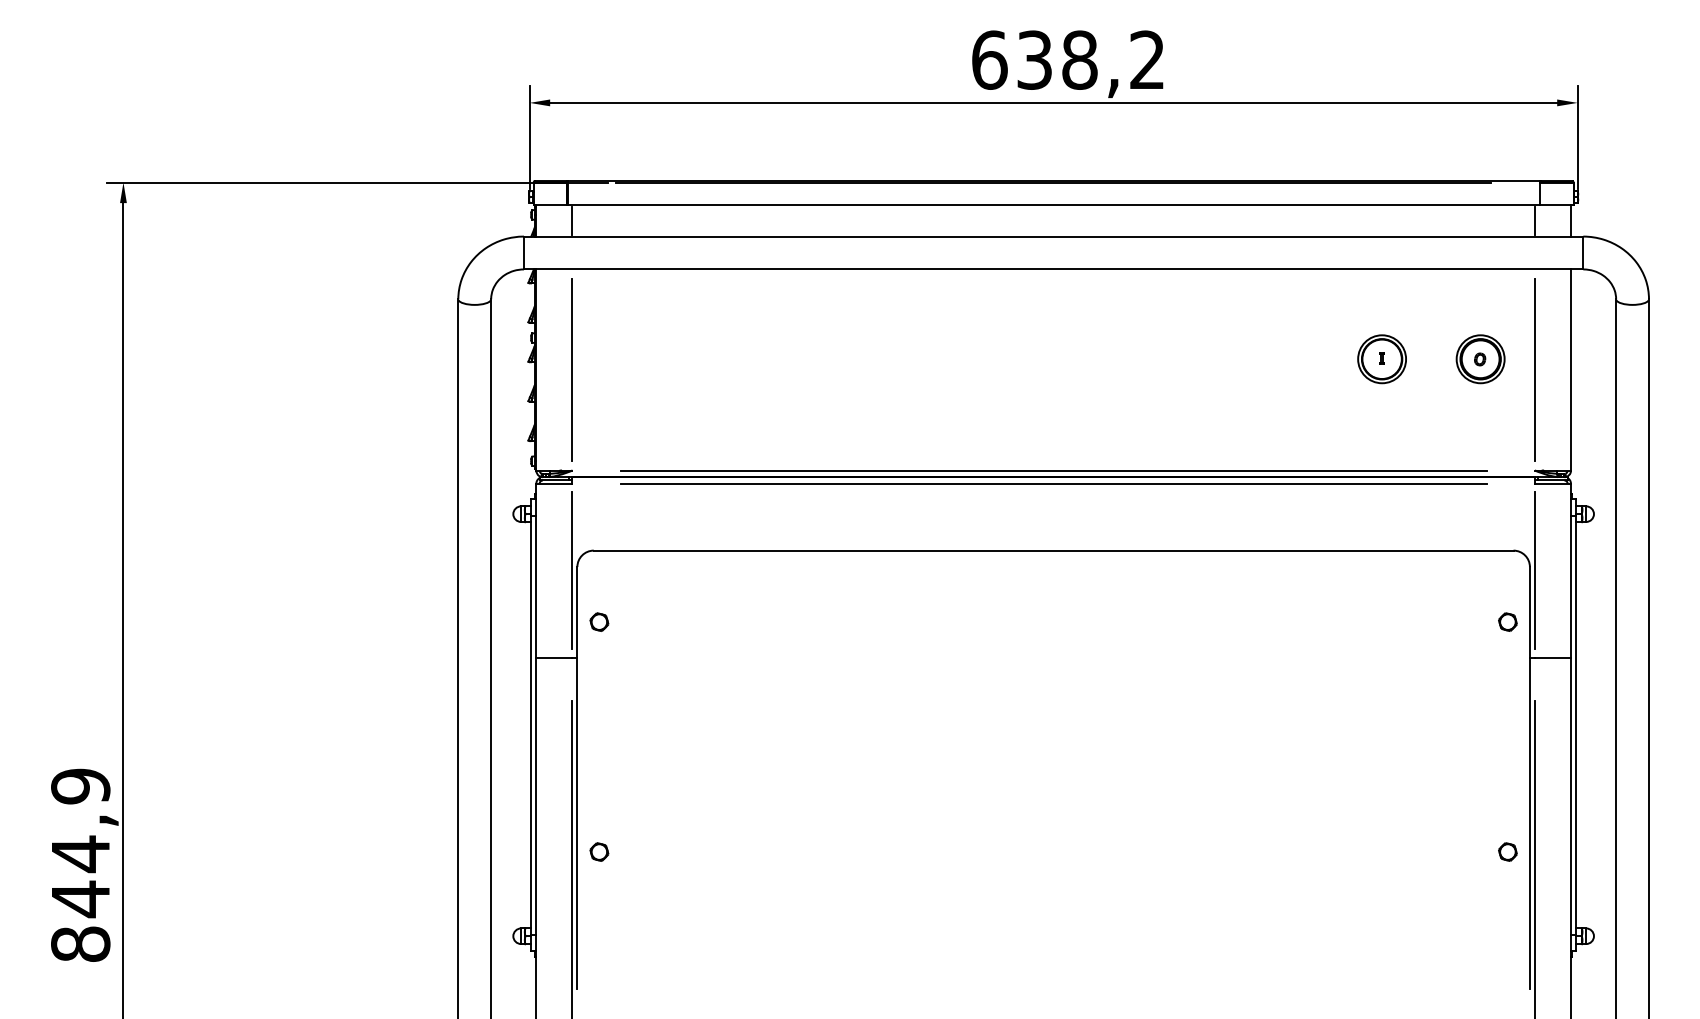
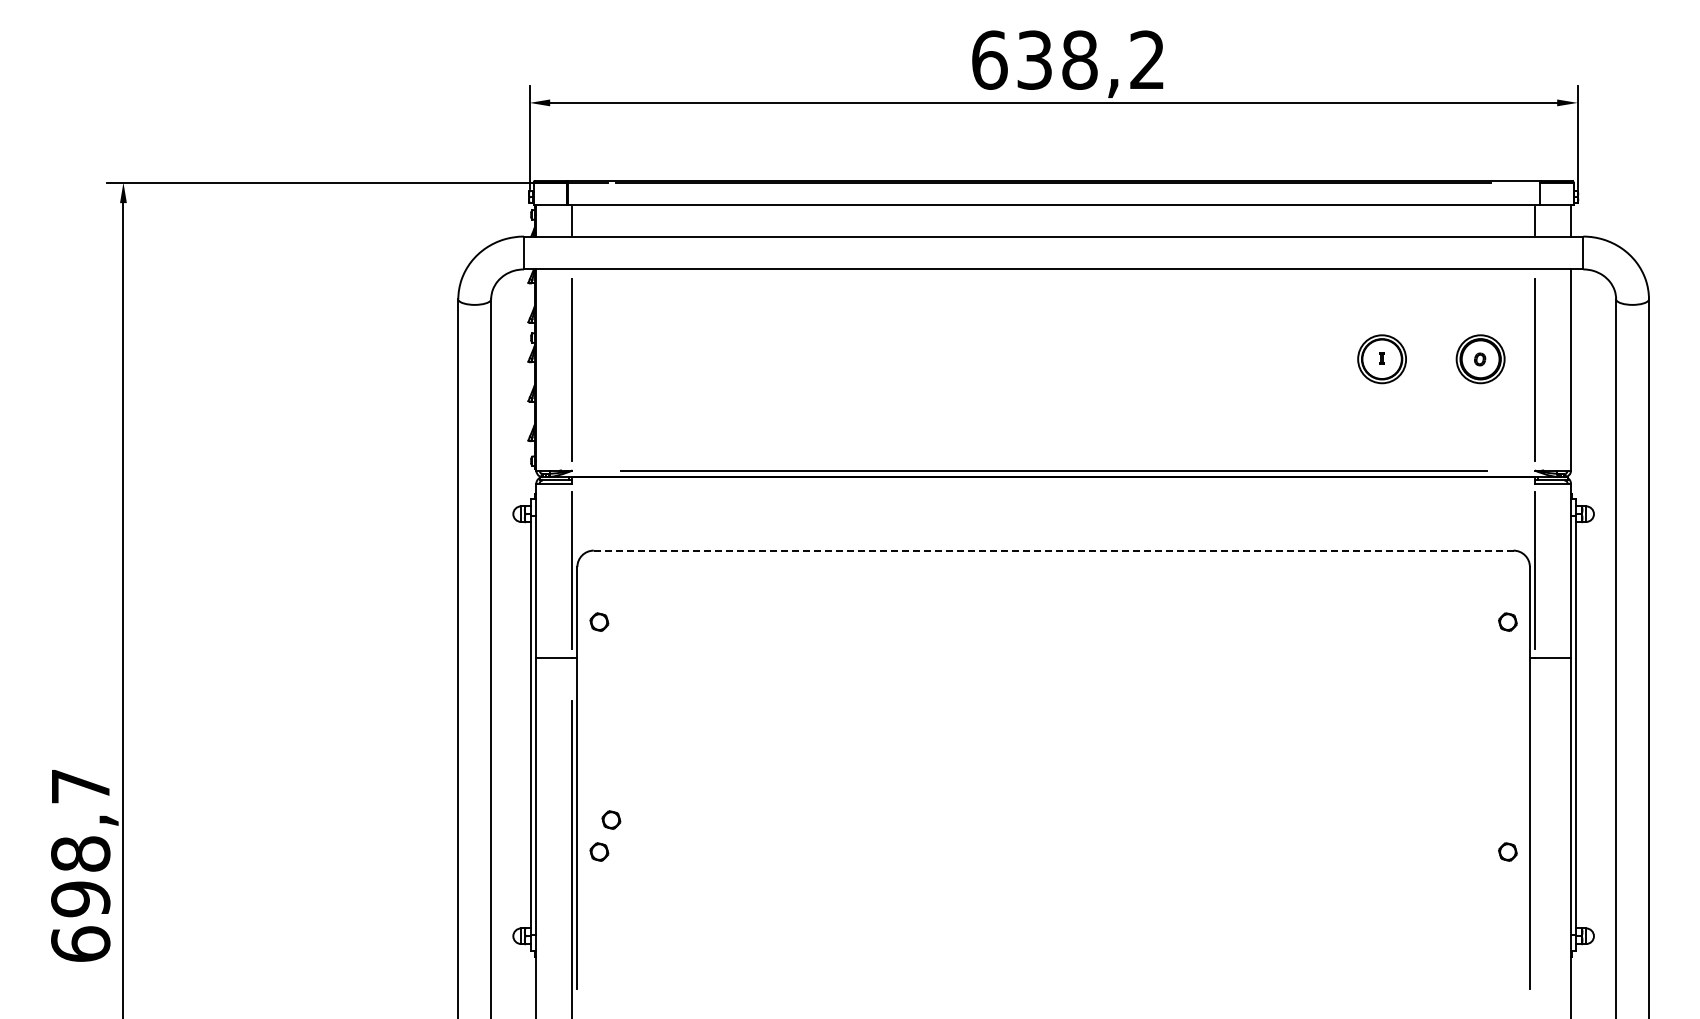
line at (1053, 483): present -> none
line at (1053, 550): solid -> dashed
part at (611, 819): none -> present
line at (1534, 857): present -> none
text at (80, 864): 844,9 -> 698,7
